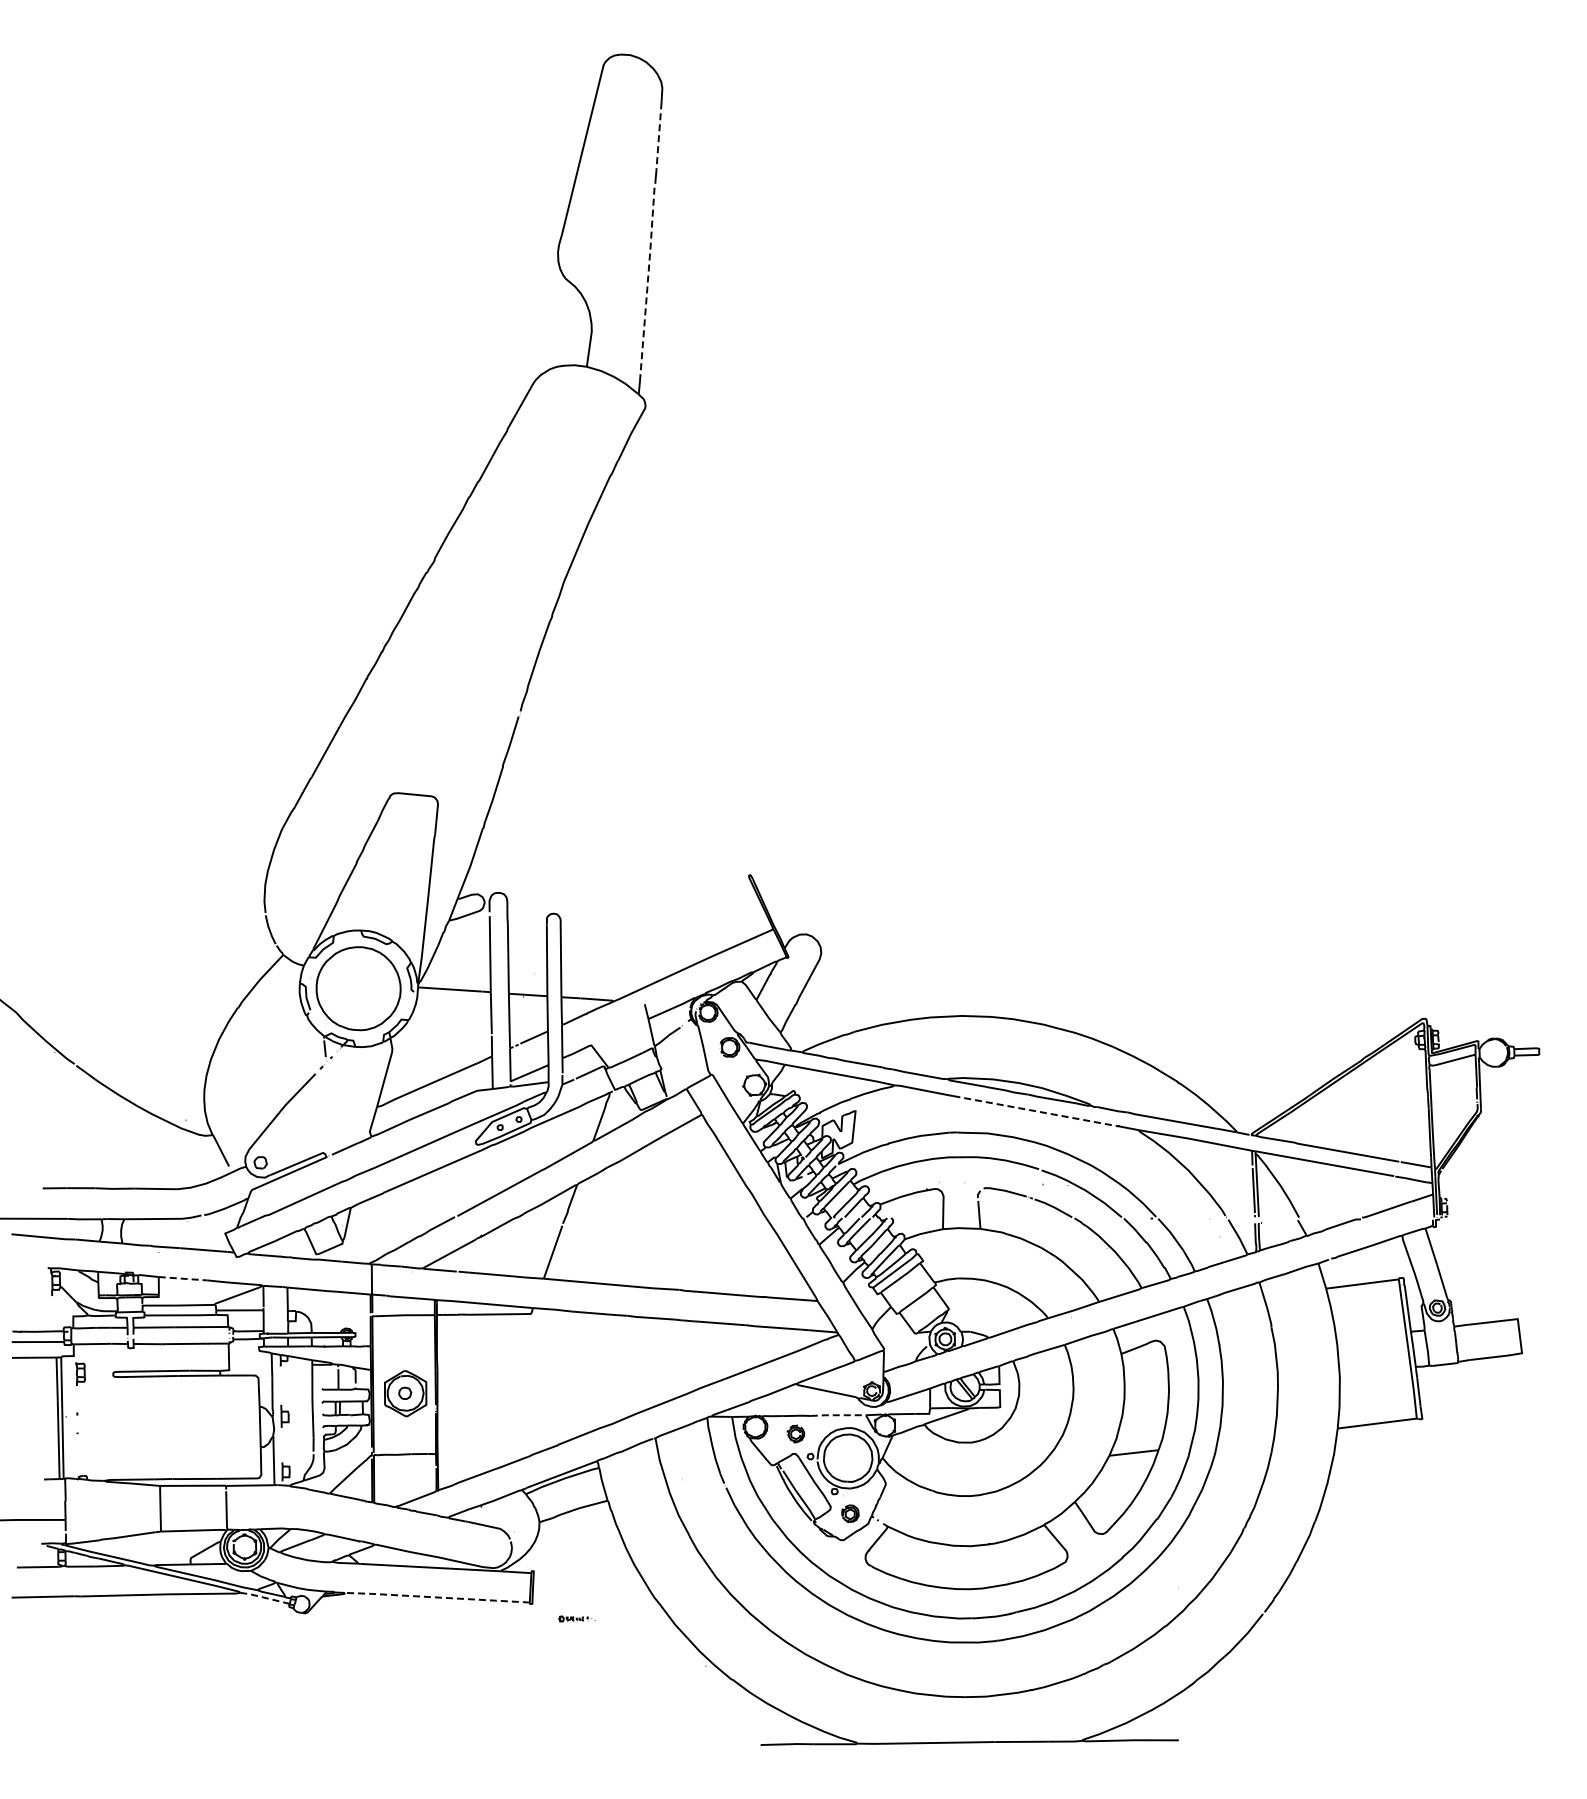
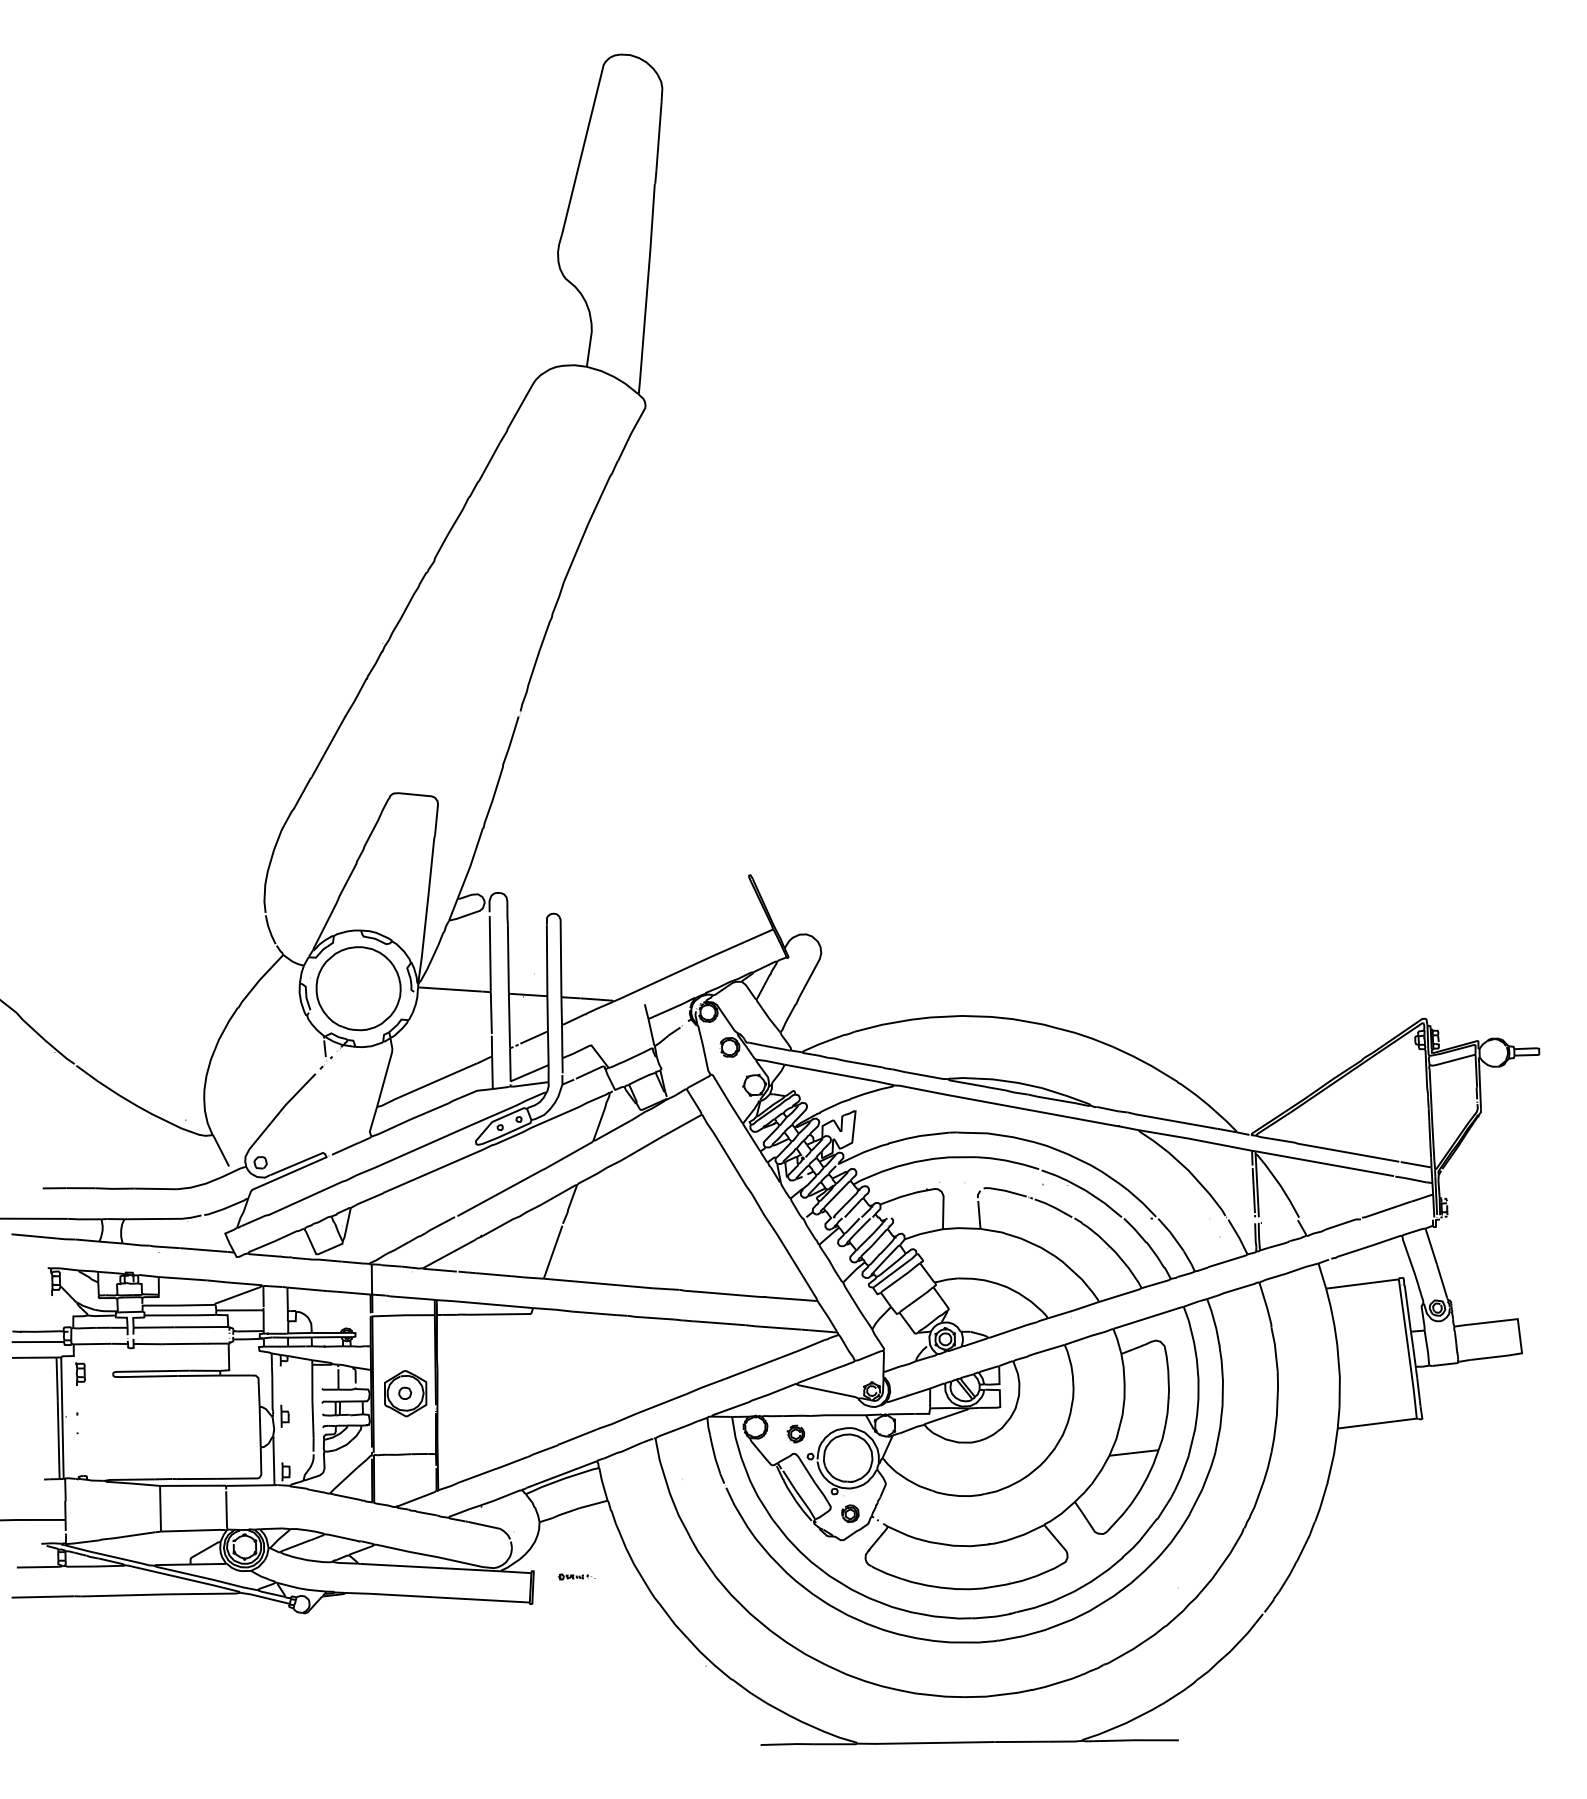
line at (659, 136): dashed -> solid
line at (647, 281): dashed -> solid
line at (1035, 1111): dashed -> solid
line at (183, 1278): dashed -> solid
line at (838, 1415): dashed -> solid
line at (264, 1597): dashed -> solid
line at (436, 1597): dashed -> solid
part at (576, 1618) position: (576, 1618) -> (576, 1576)
